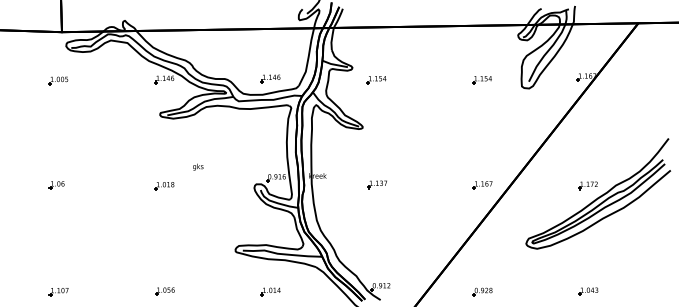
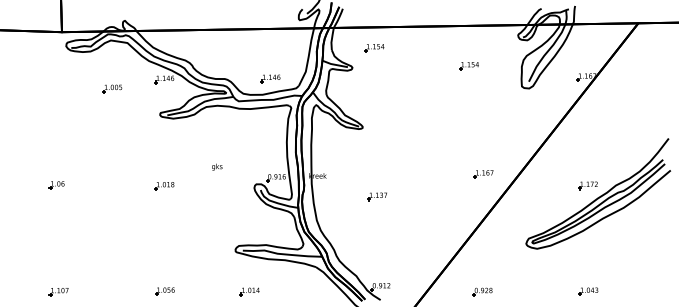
part at (58, 80) position: (58, 80) -> (112, 88)
part at (376, 80) position: (376, 80) -> (374, 48)
part at (481, 80) position: (481, 80) -> (468, 66)
text at (198, 166) position: (198, 166) -> (217, 166)
part at (376, 184) position: (376, 184) -> (376, 196)
part at (482, 185) position: (482, 185) -> (483, 174)
part at (270, 291) position: (270, 291) -> (249, 291)
